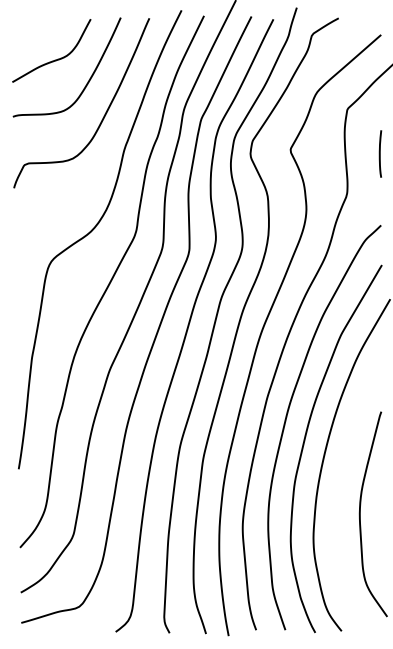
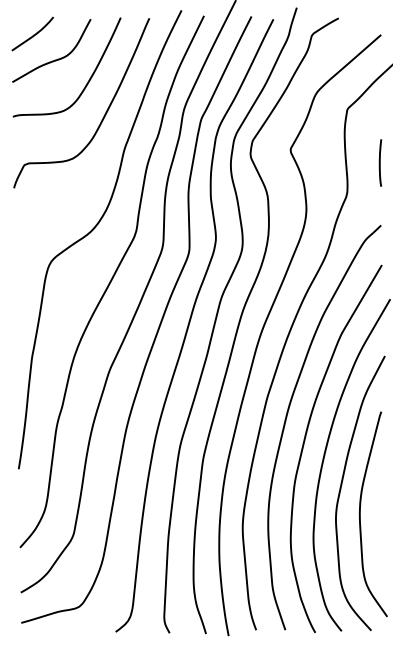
curve at (33, 34): none -> present
curve at (380, 153) position: (380, 153) -> (380, 162)
curve at (341, 489): none -> present
